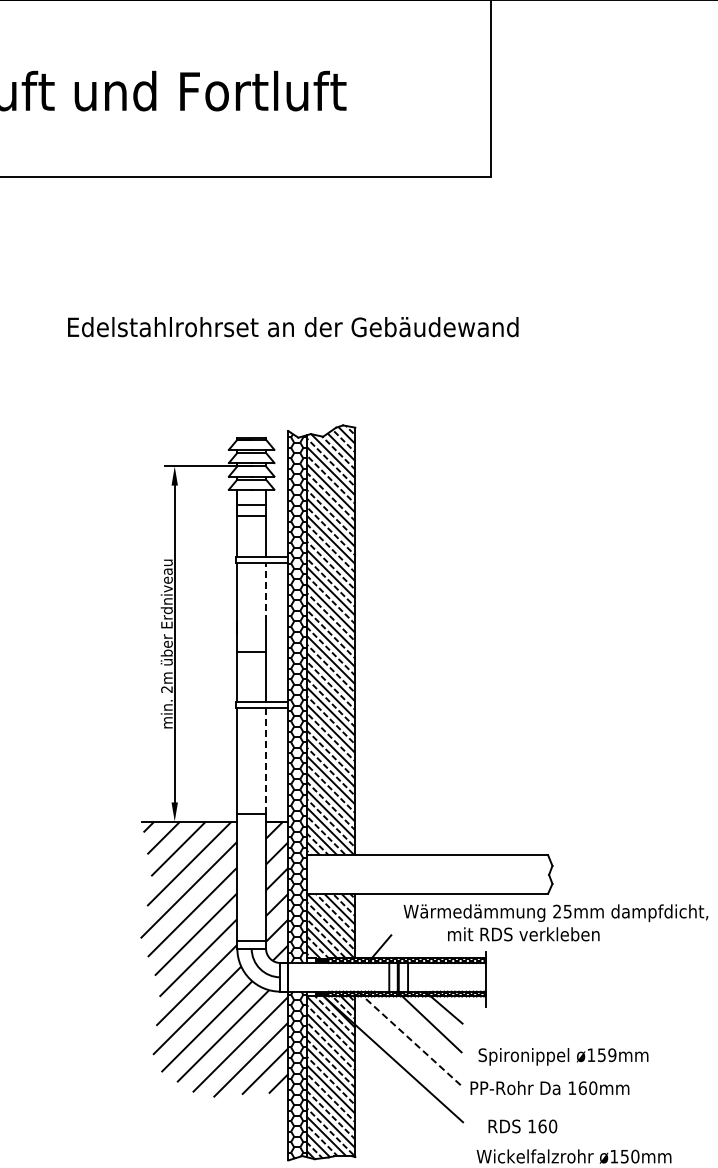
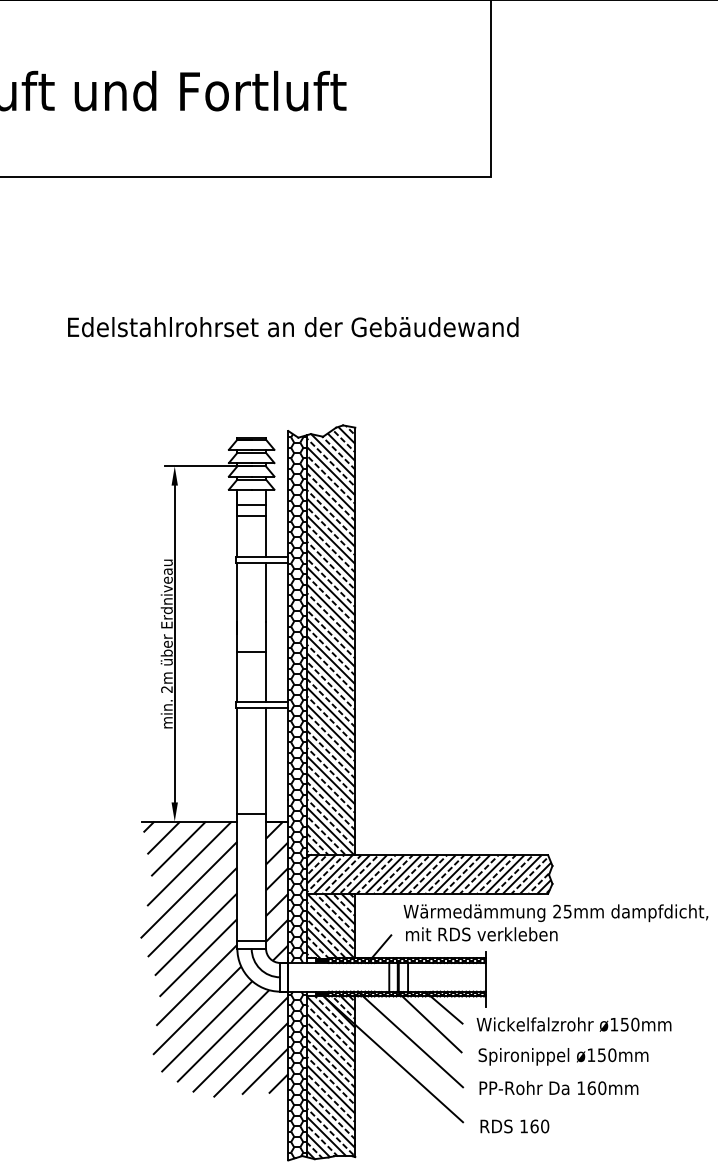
line at (266, 592): dashed -> solid
line at (266, 760): dashed -> solid
hatch at (429, 874): none -> present
text at (523, 934) position: (523, 934) -> (481, 934)
line at (410, 1039): dashed -> solid
text at (612, 1055): ø159mm -> ø150mm
text at (549, 1088) position: (549, 1088) -> (558, 1088)
text at (522, 1126) position: (522, 1126) -> (514, 1126)
text at (573, 1156) position: (573, 1156) -> (573, 1024)
